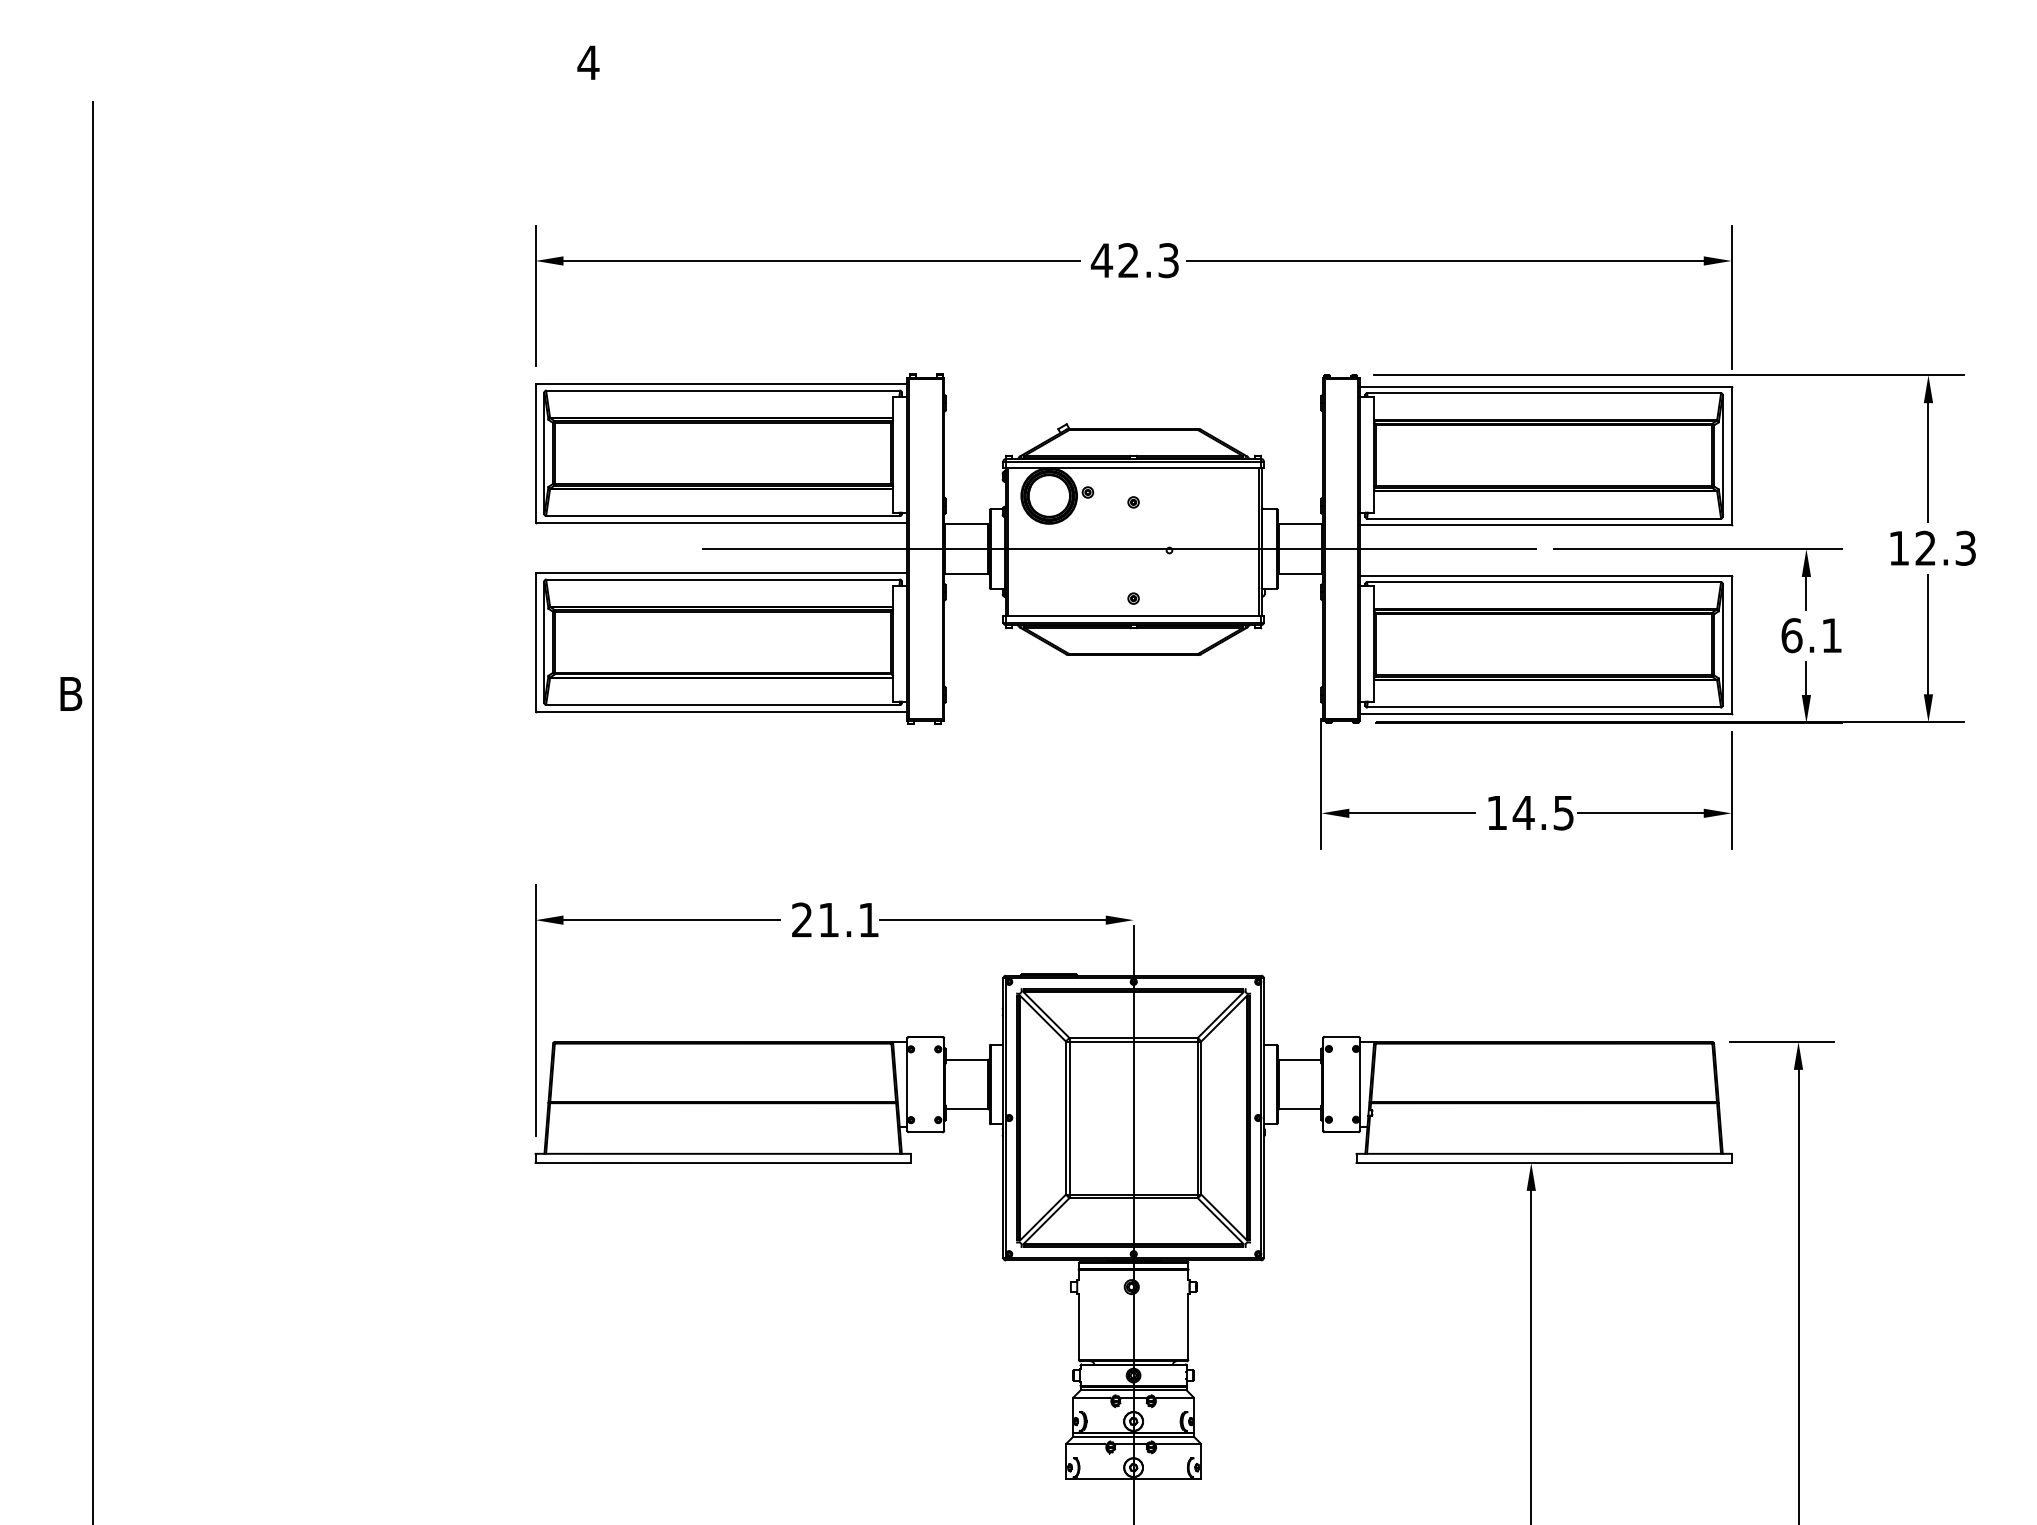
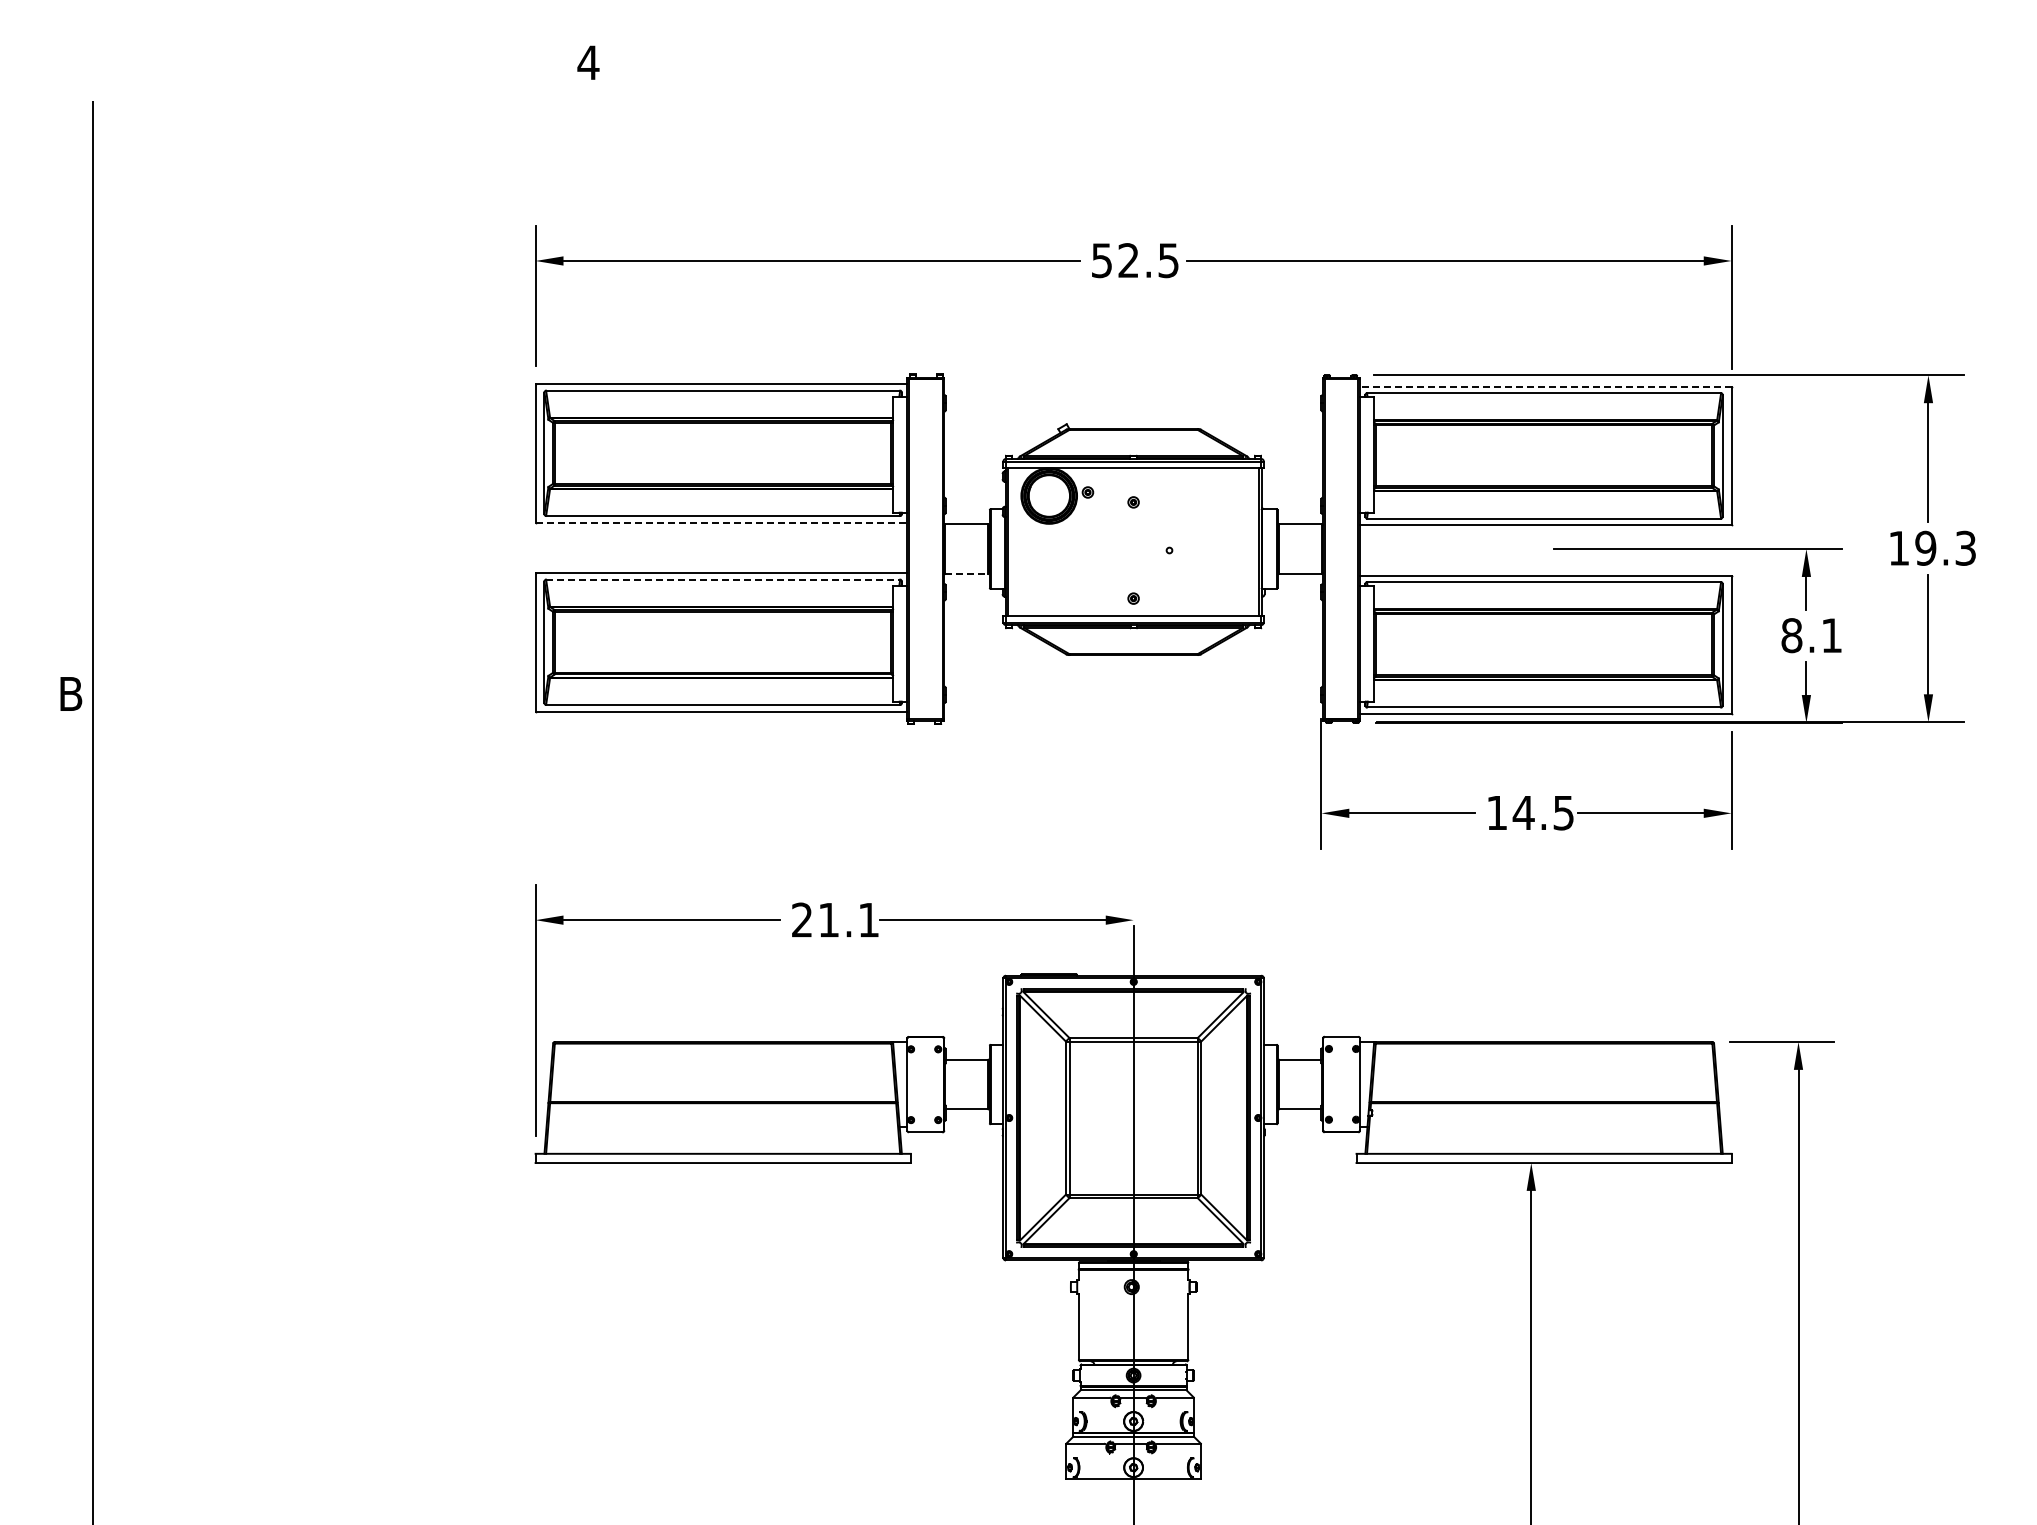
text at (1134, 260): 42.3 -> 52.5
line at (1545, 386): solid -> dashed
line at (721, 522): solid -> dashed
text at (1925, 547): 12.3 -> 19.3
line at (1119, 549): present -> none
line at (966, 573): solid -> dashed
line at (723, 579): solid -> dashed
text at (1791, 635): 6.1 -> 8.1
